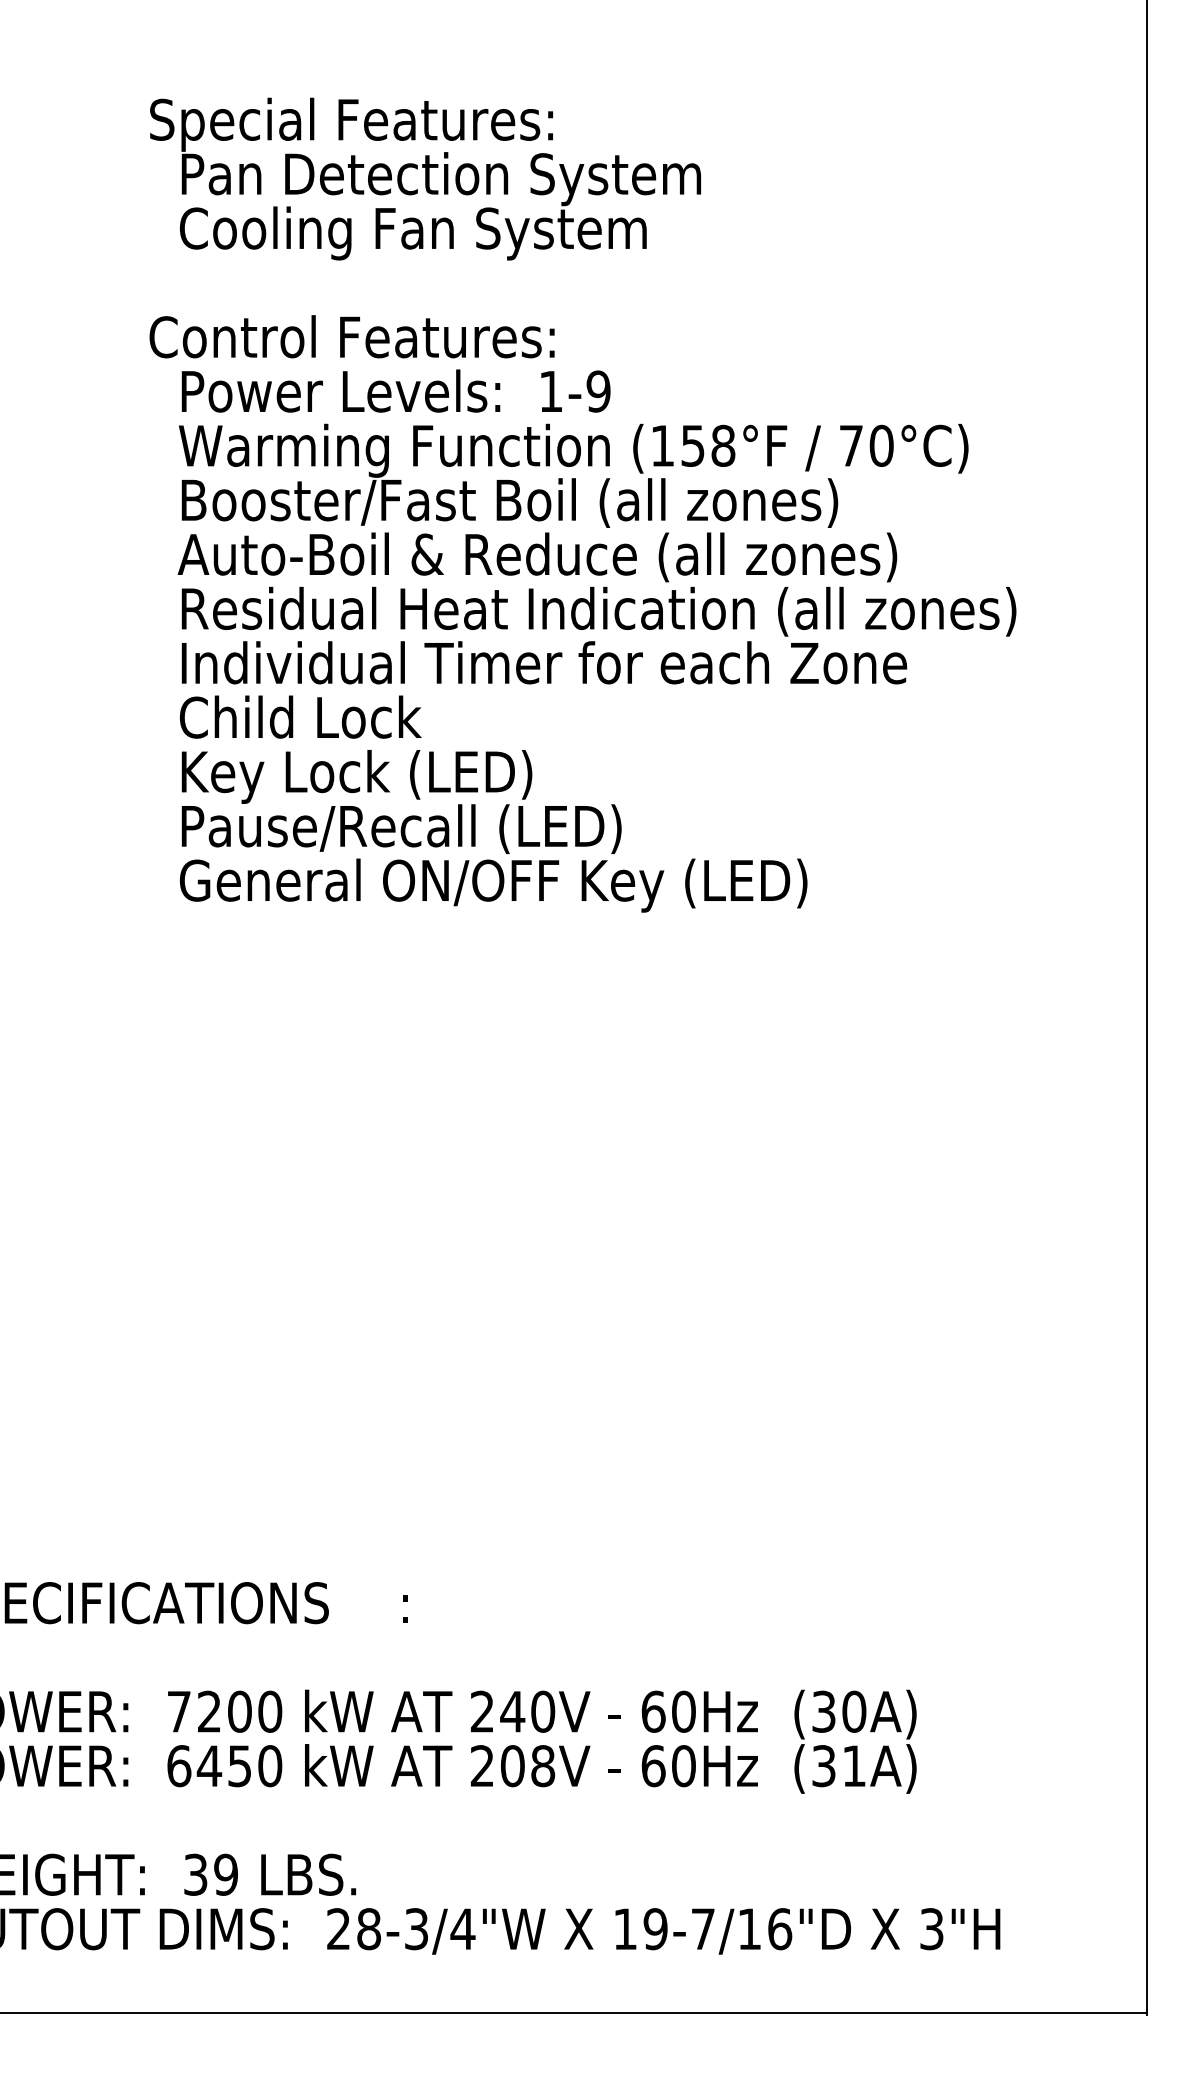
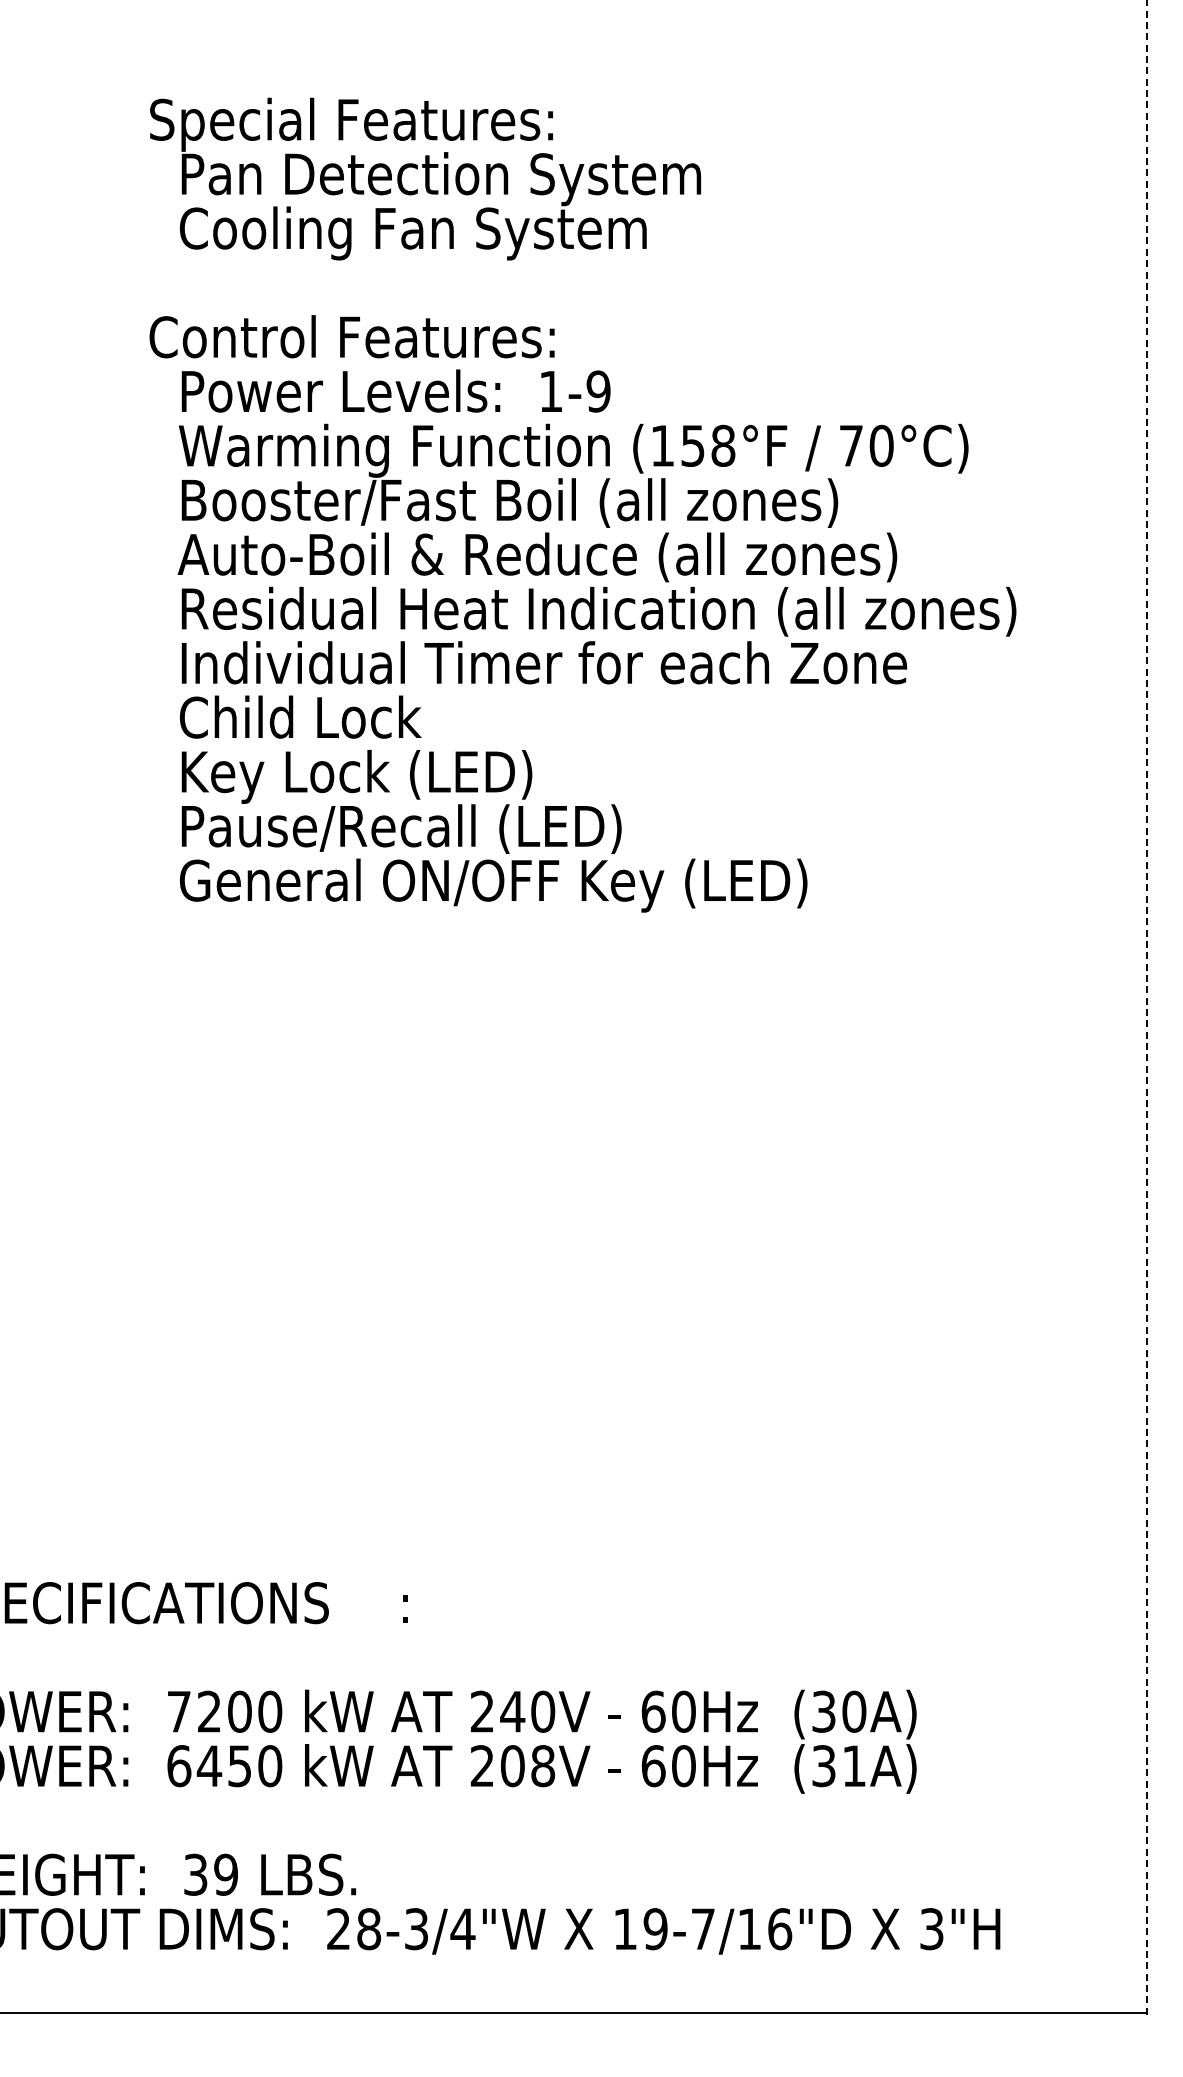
line at (1147, 1006): solid -> dashed
